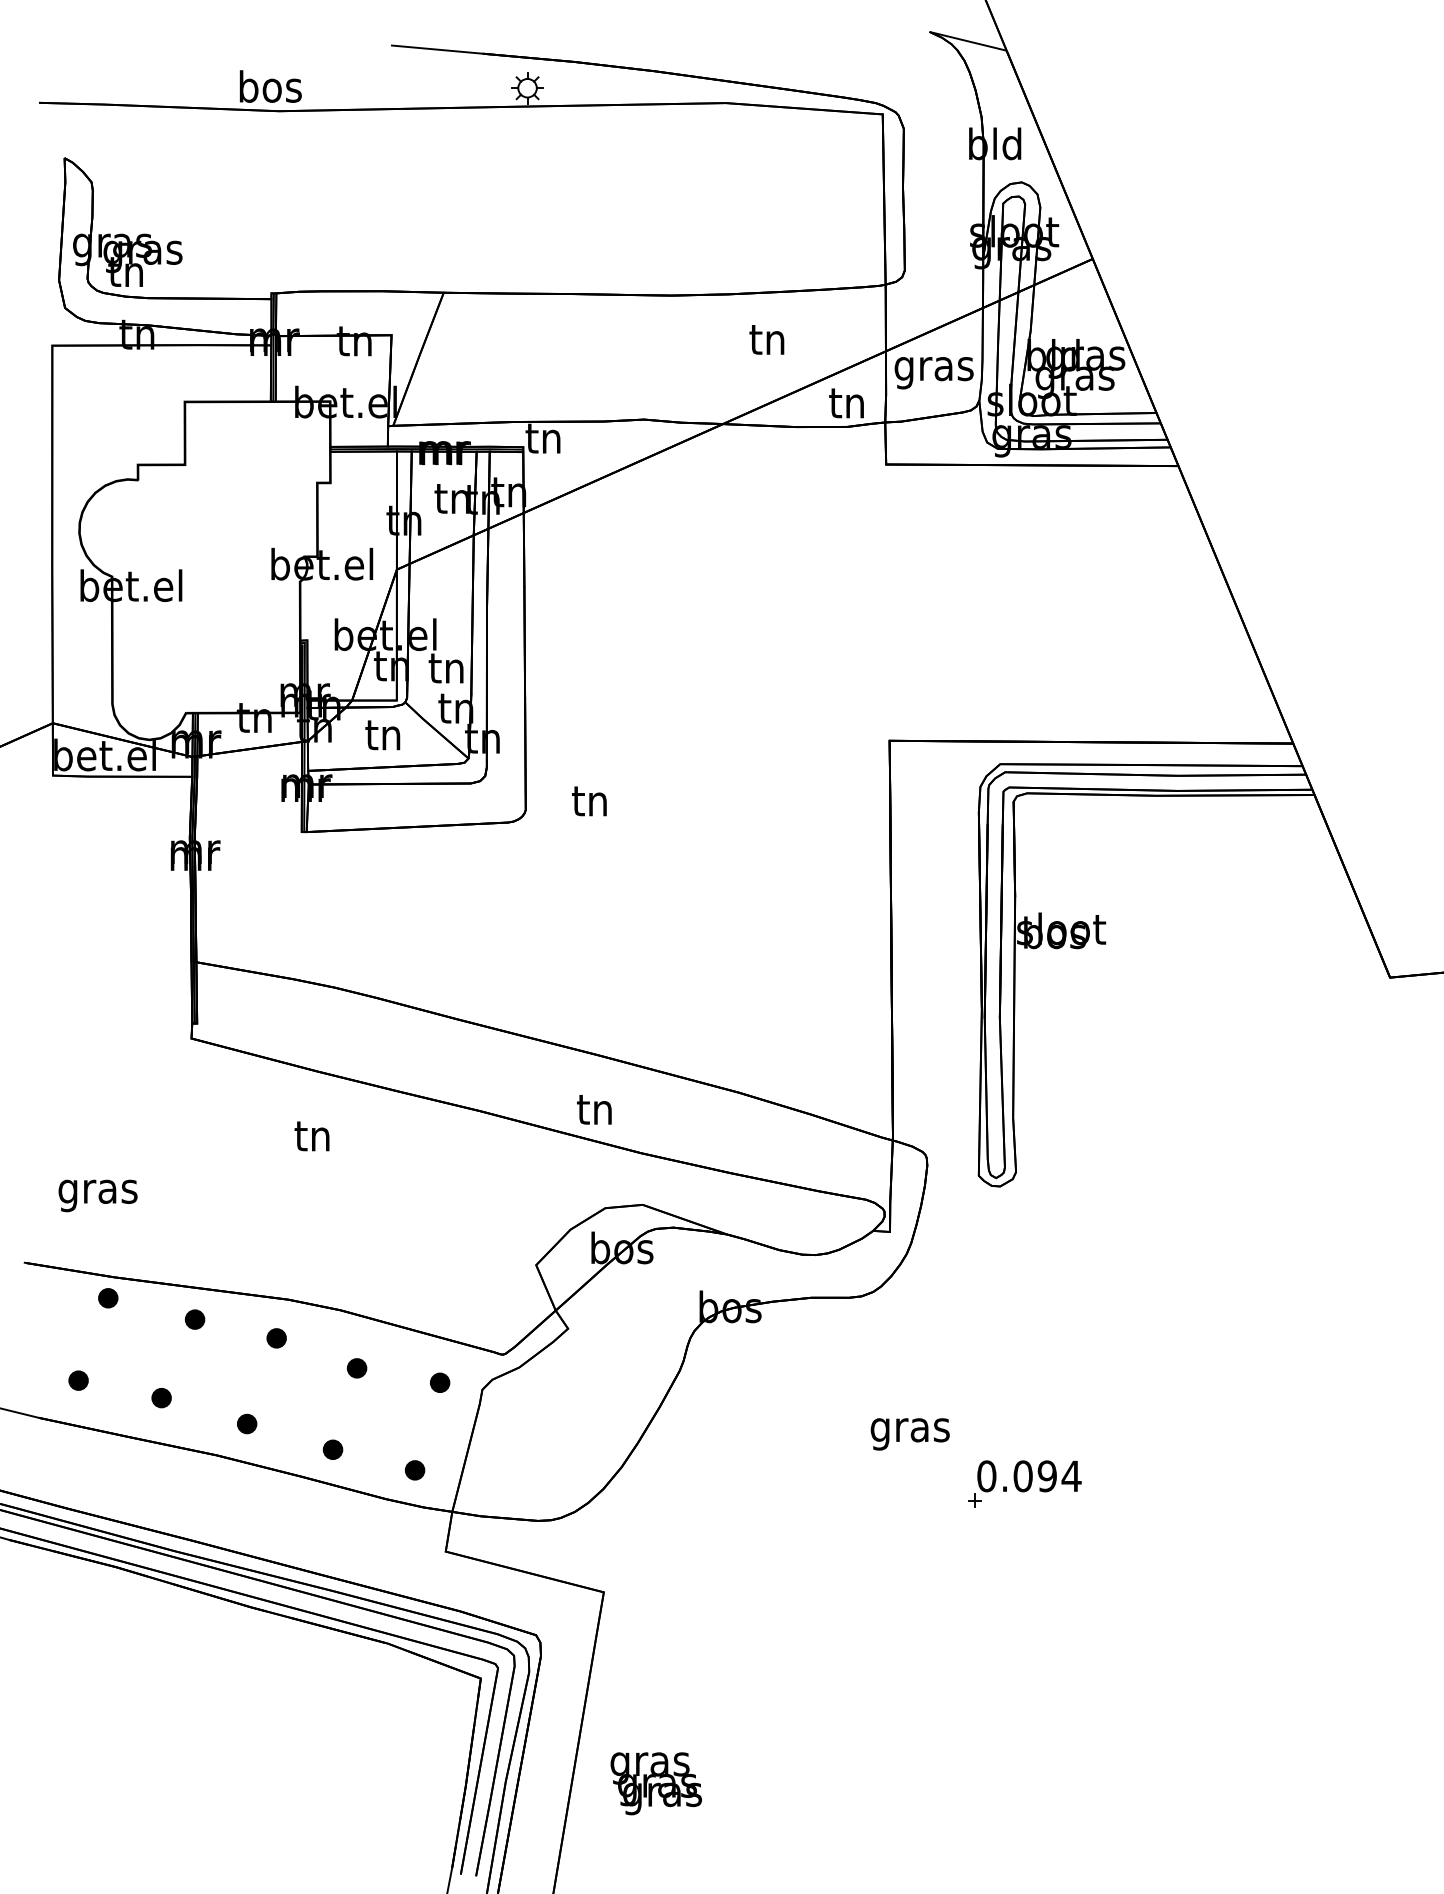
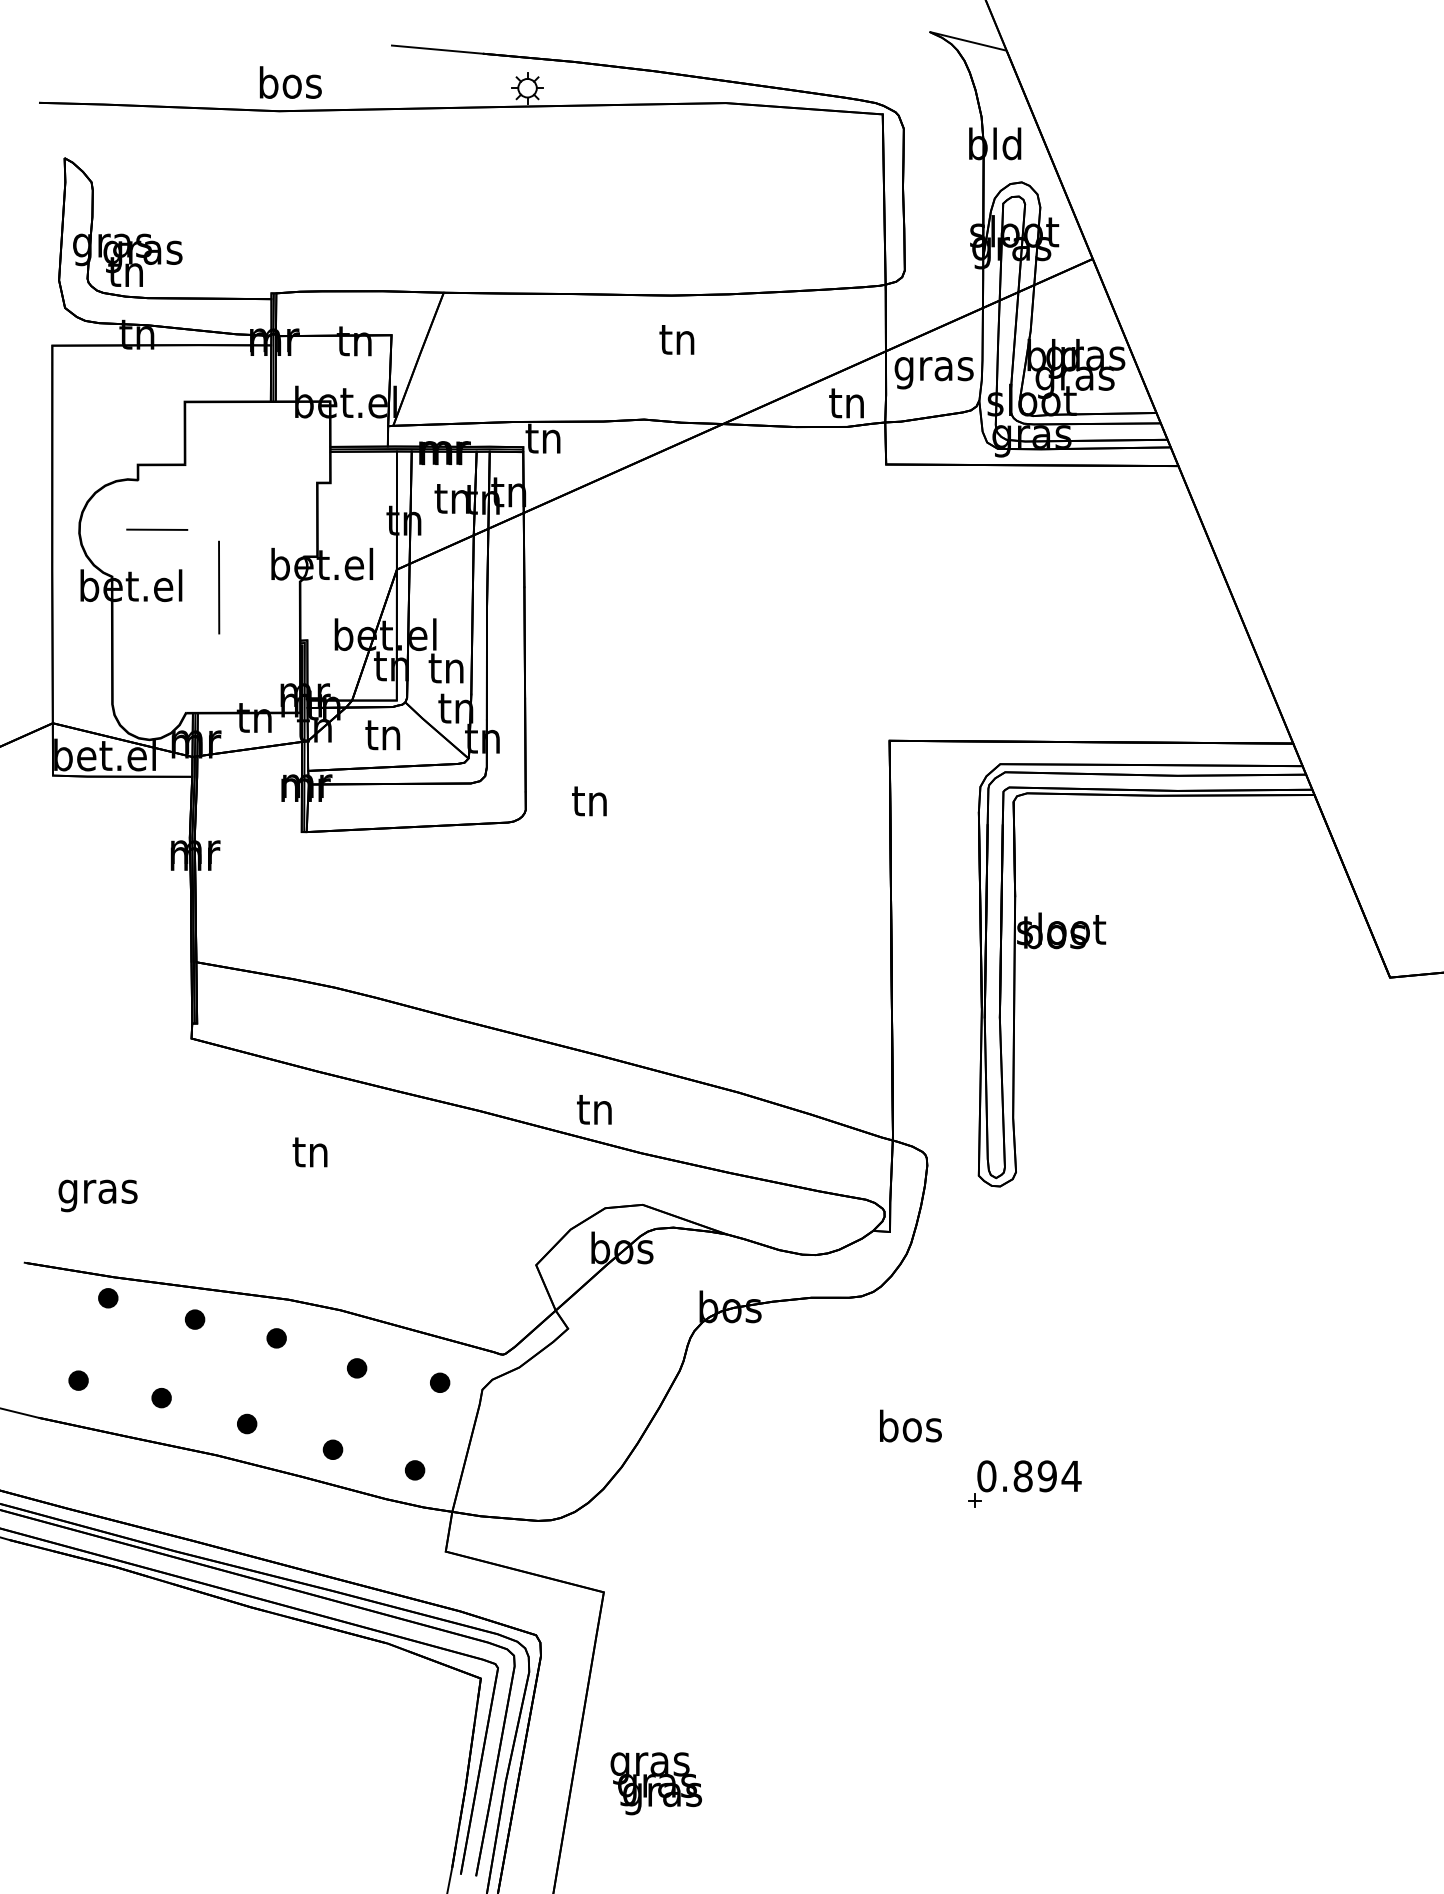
text at (270, 86) position: (270, 86) -> (290, 82)
text at (766, 339) position: (766, 339) -> (676, 339)
line at (157, 529): none -> present
line at (219, 587): none -> present
text at (311, 1136) position: (311, 1136) -> (309, 1152)
text at (909, 1429): gras -> bos
text at (1022, 1476): 0.094 -> 0.894
